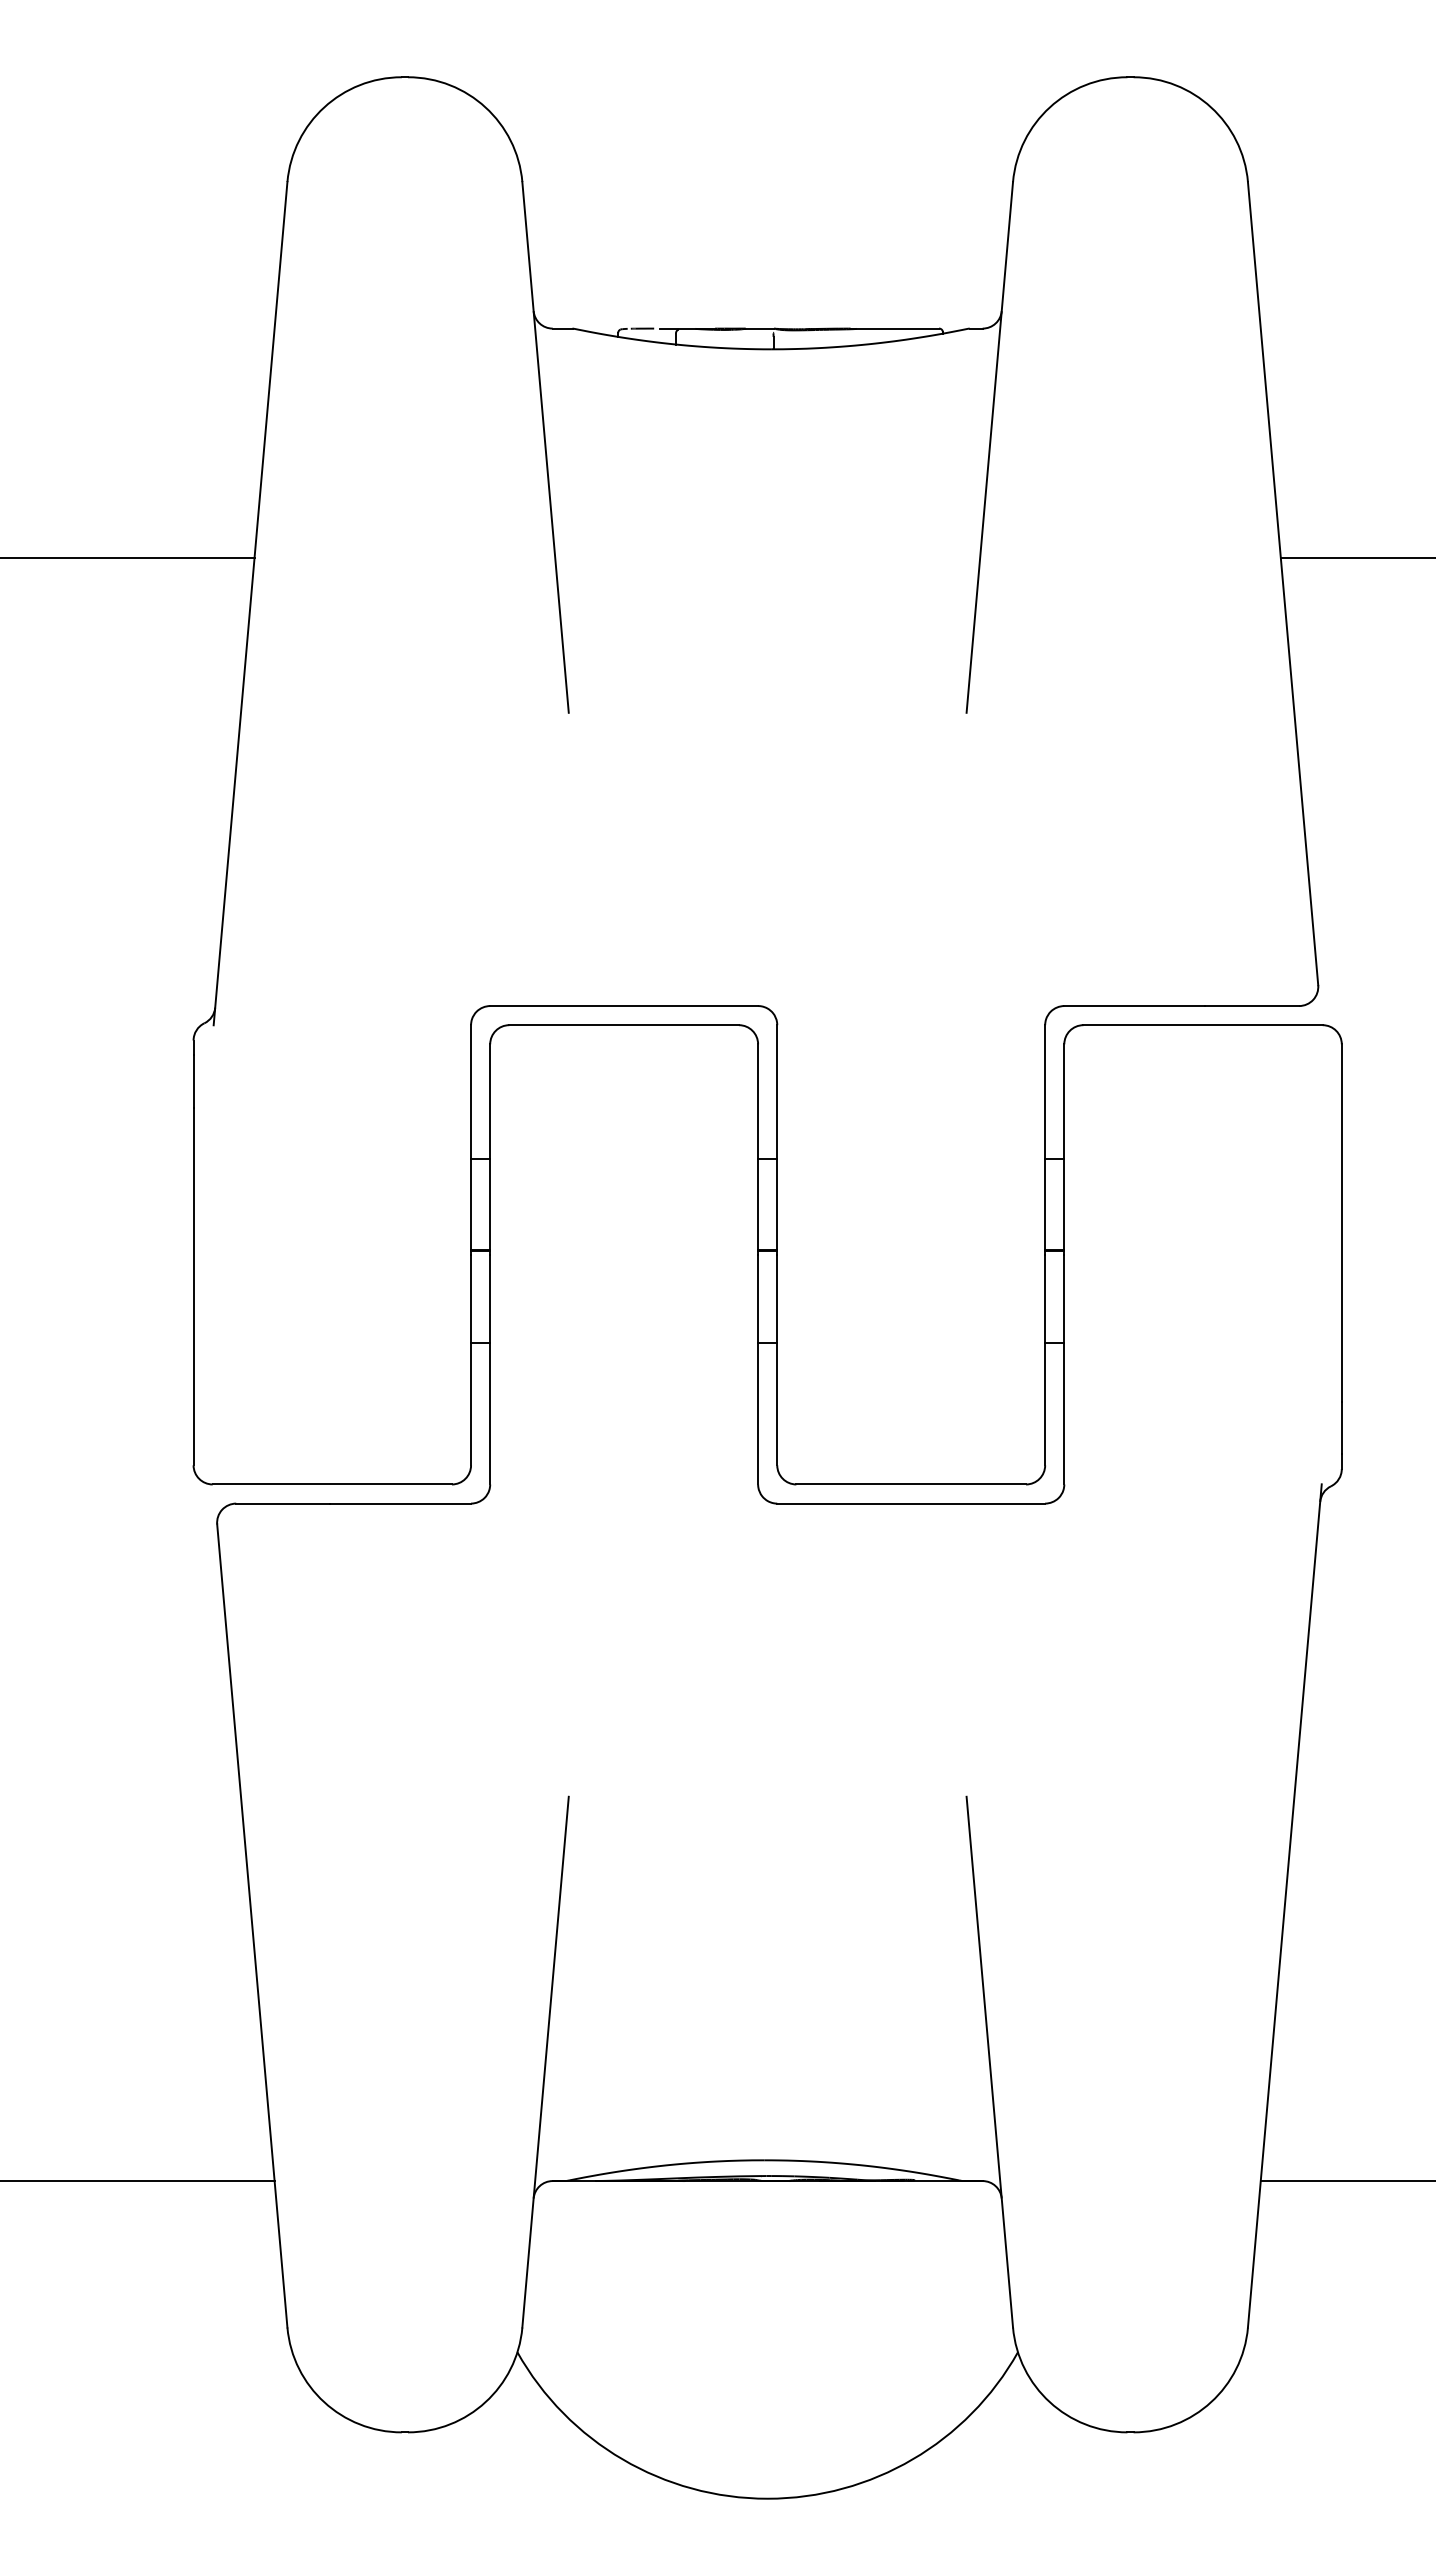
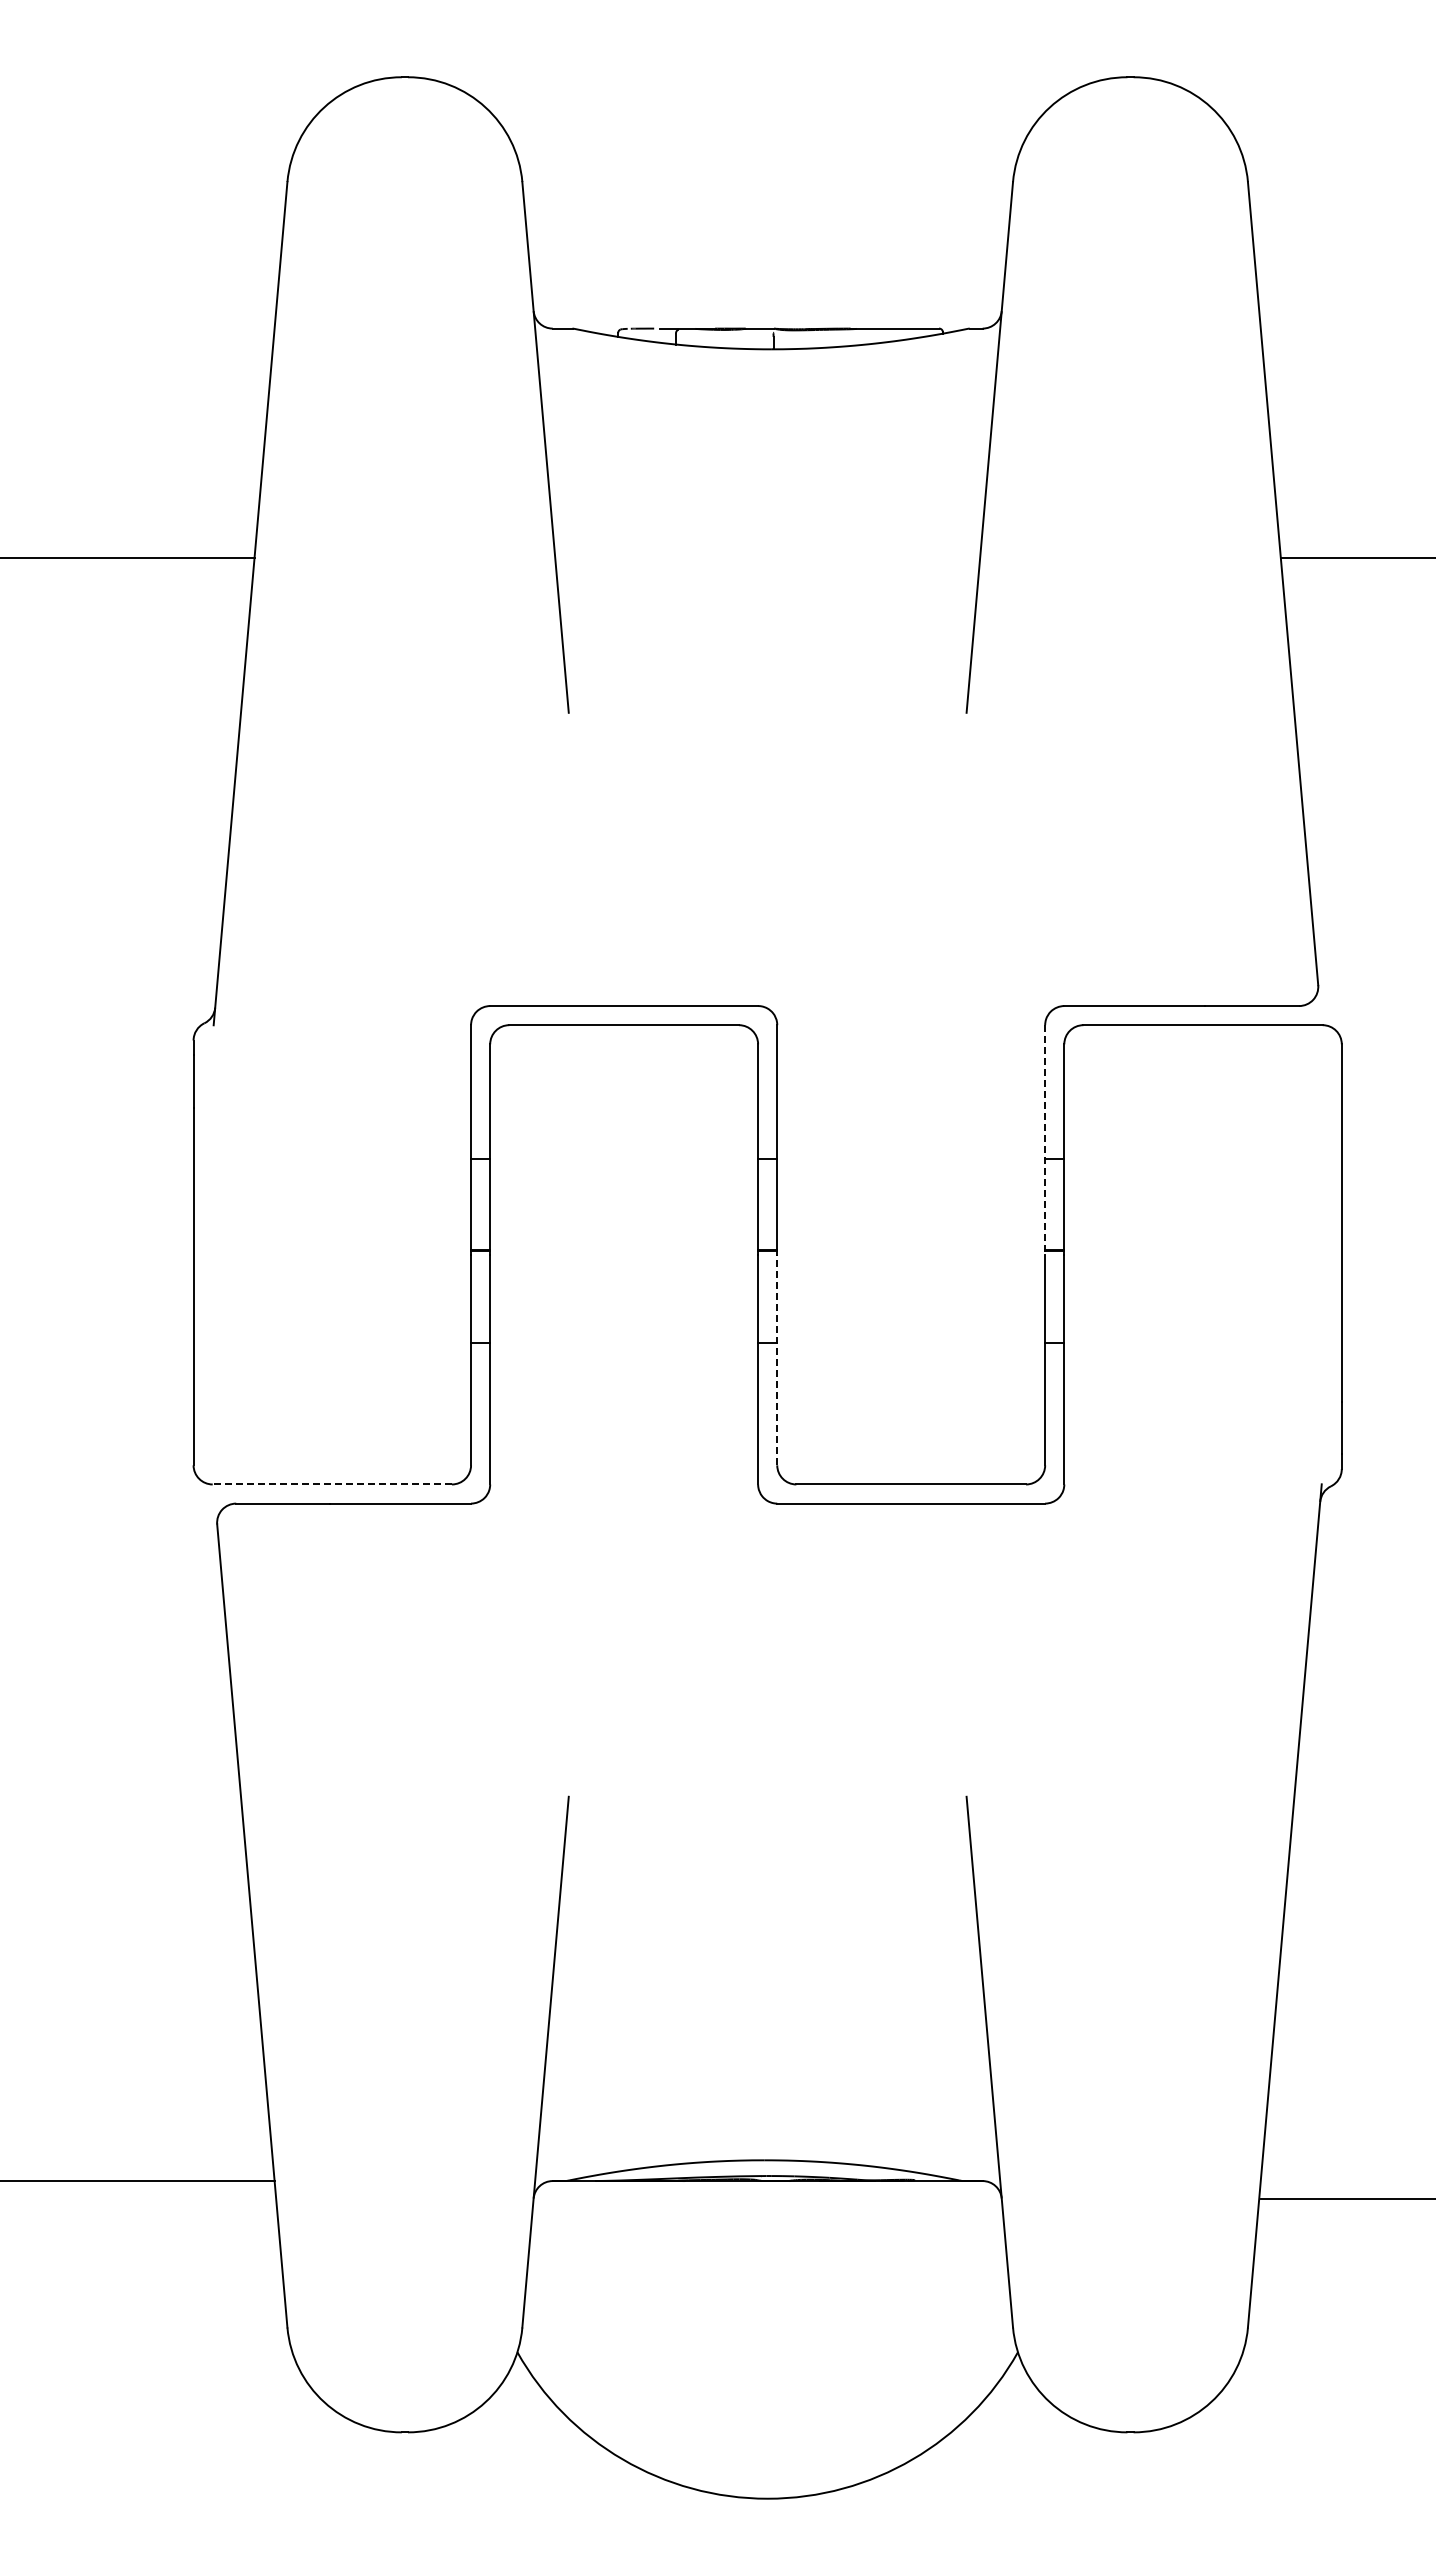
line at (1045, 1140): solid -> dashed
line at (777, 1359): solid -> dashed
line at (332, 1484): solid -> dashed
line at (1346, 2181) position: (1346, 2181) -> (1346, 2199)
